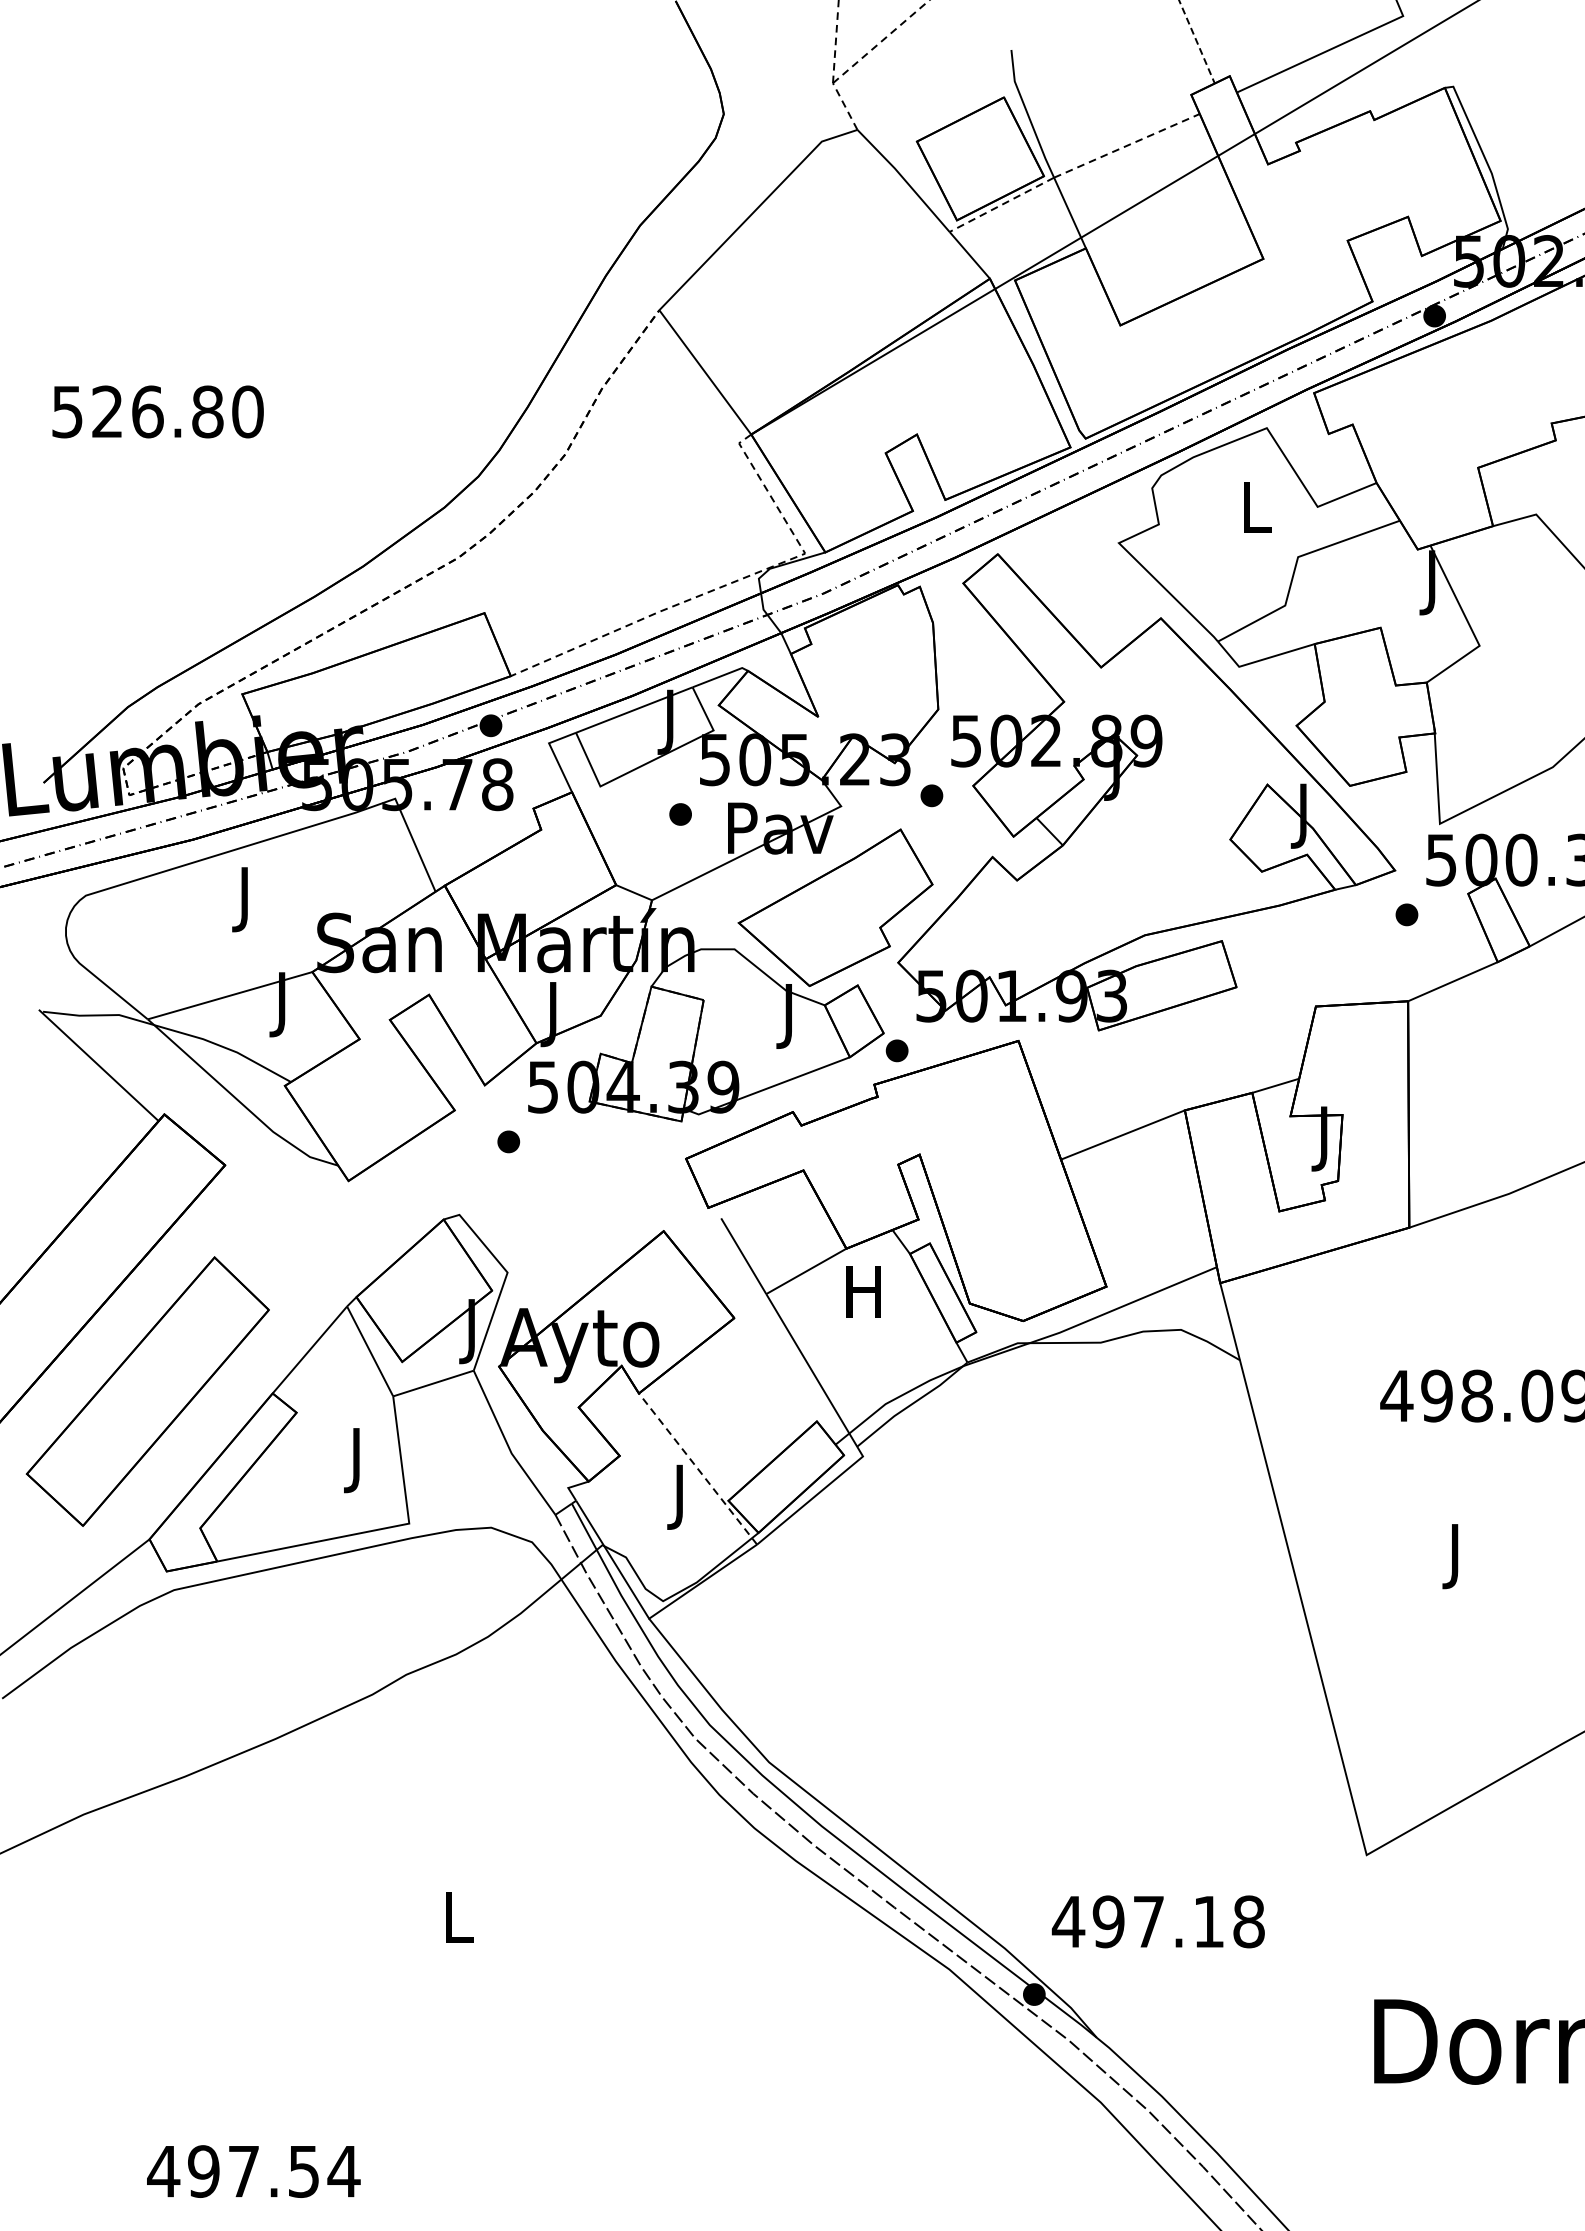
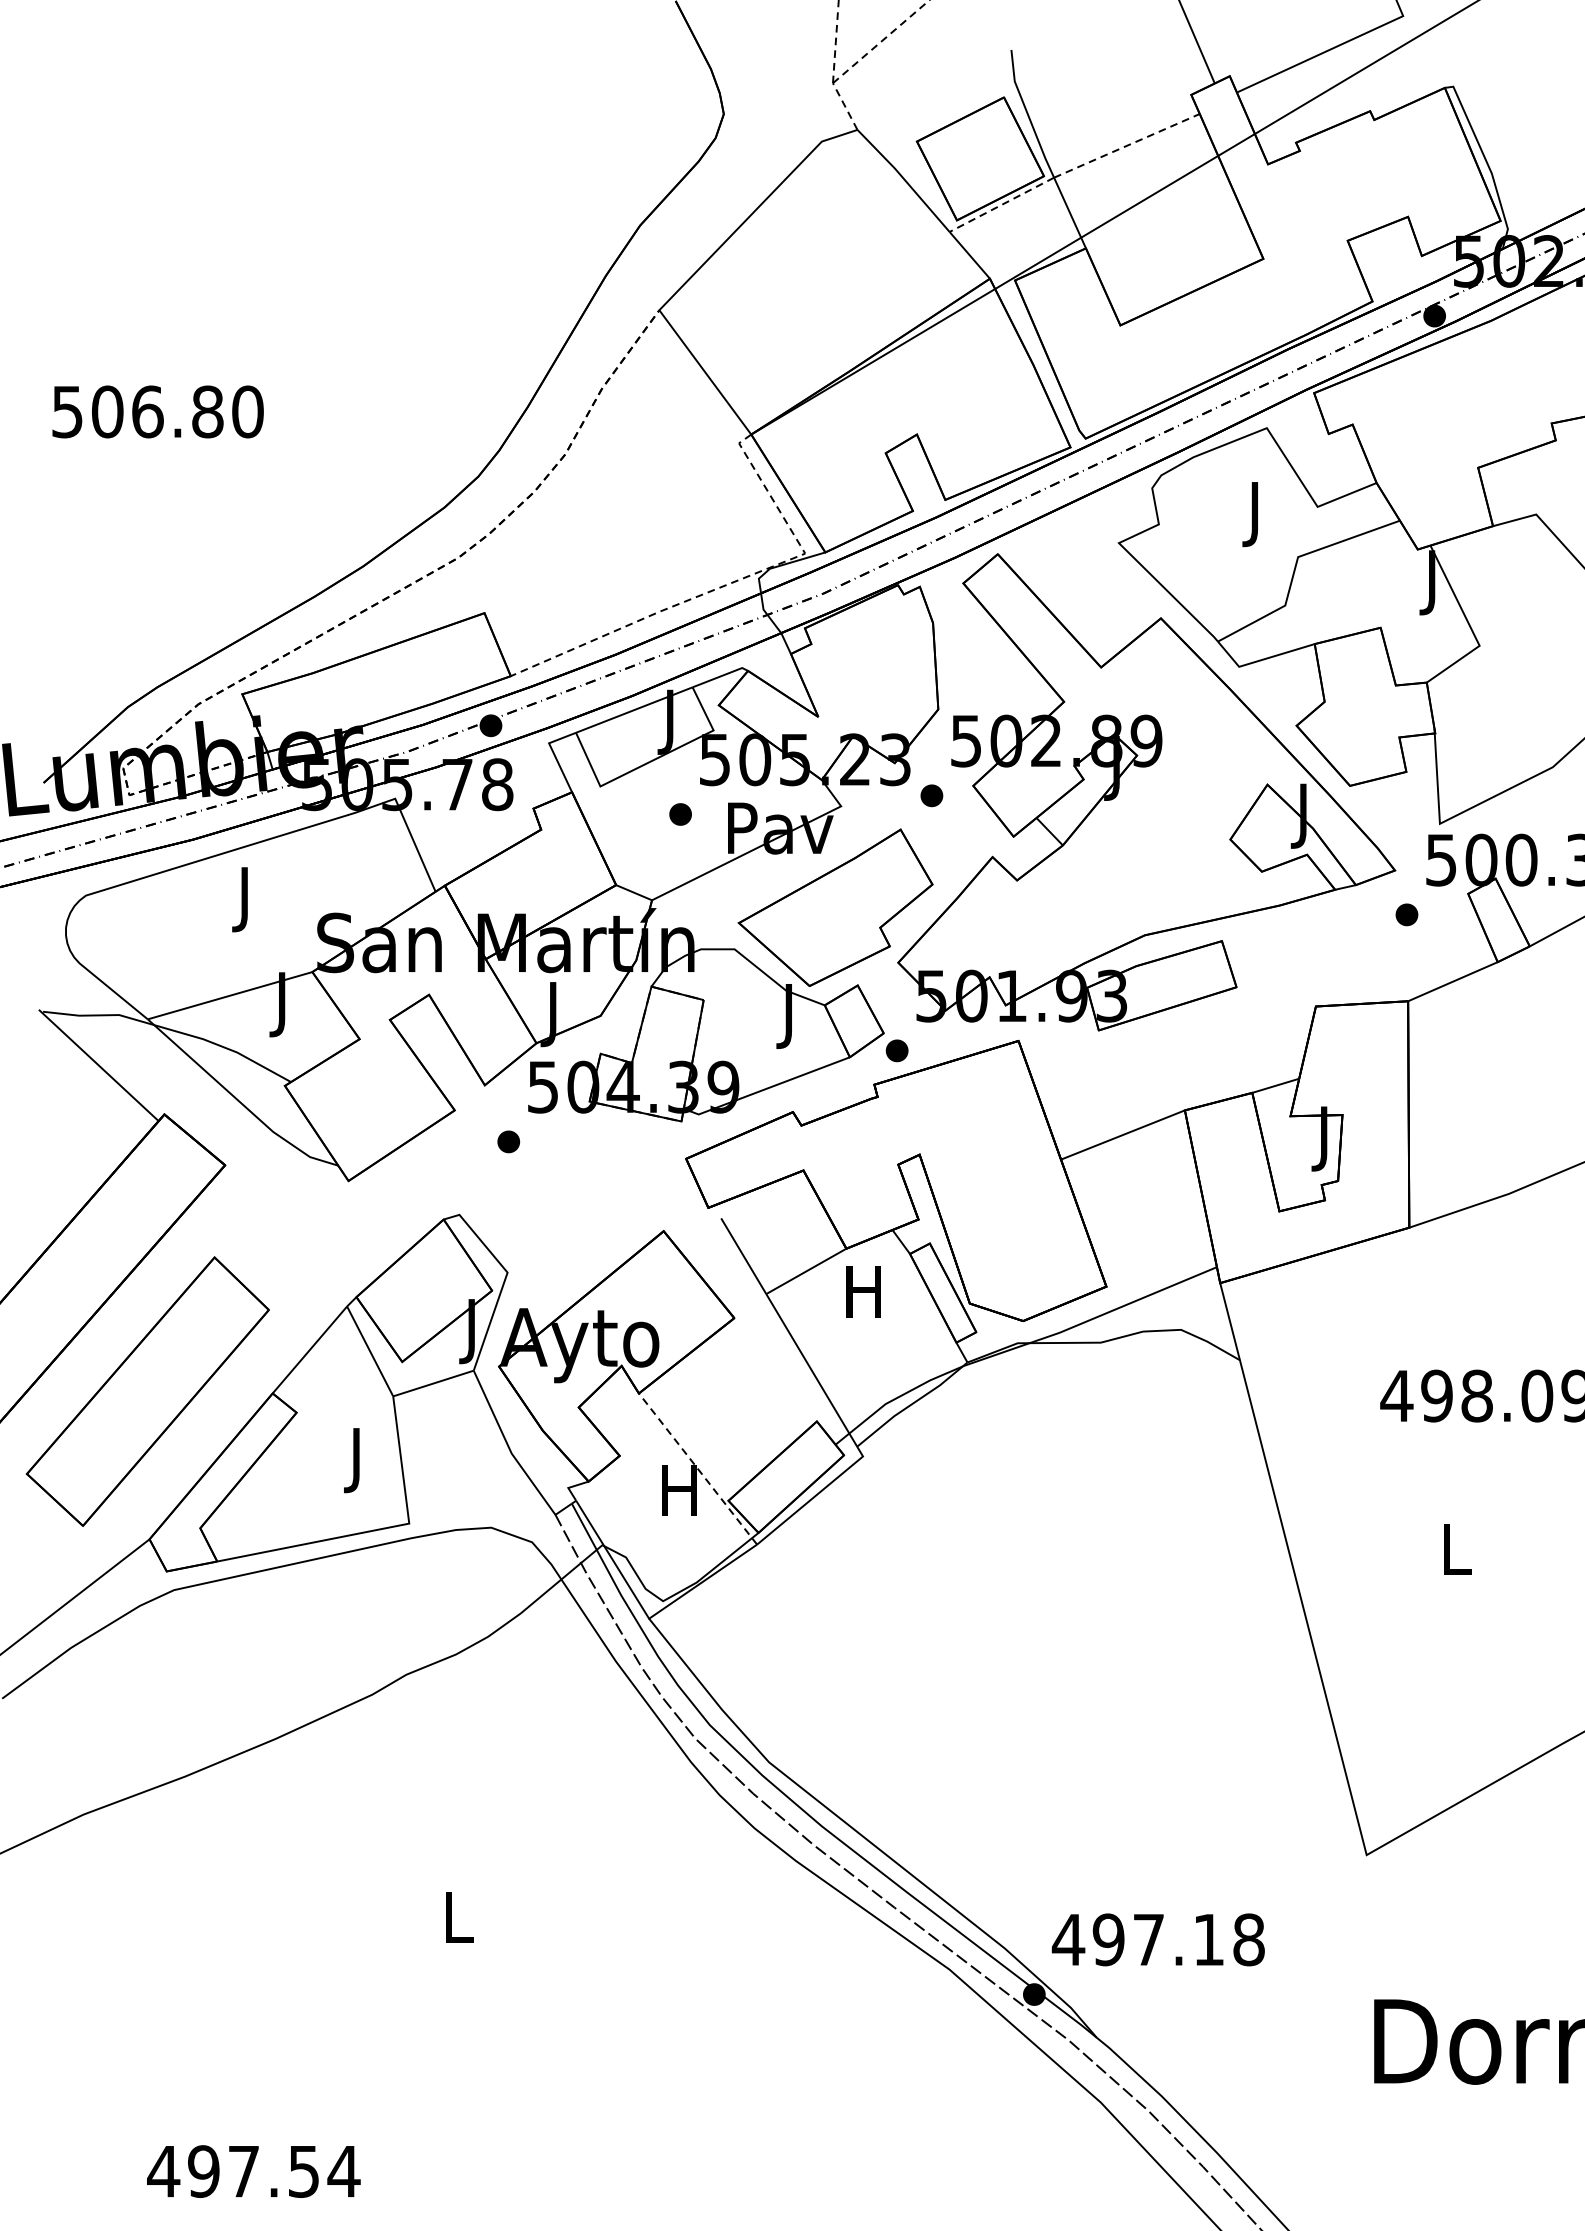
line at (1197, 42): dashed -> solid
text at (107, 411): 526.80 -> 506.80
text at (1256, 514): L -> J
text at (679, 1496): J -> H
text at (1456, 1556): J -> L
text at (1157, 1921) position: (1157, 1921) -> (1157, 1939)
